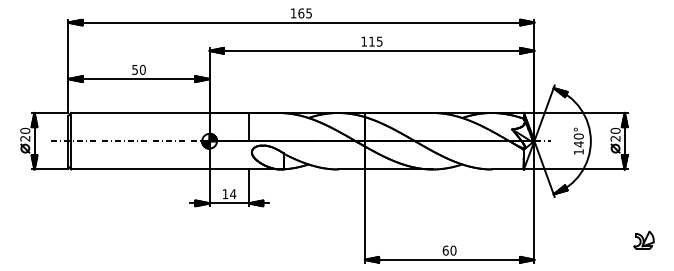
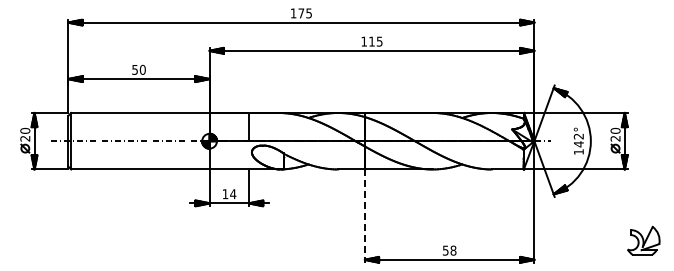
text at (301, 13): 165 -> 175
text at (578, 136): 140° -> 142°
line at (364, 216): solid -> dashed
part at (643, 239) size: 22x20 px -> 34x31 px
text at (449, 250): 60 -> 58
